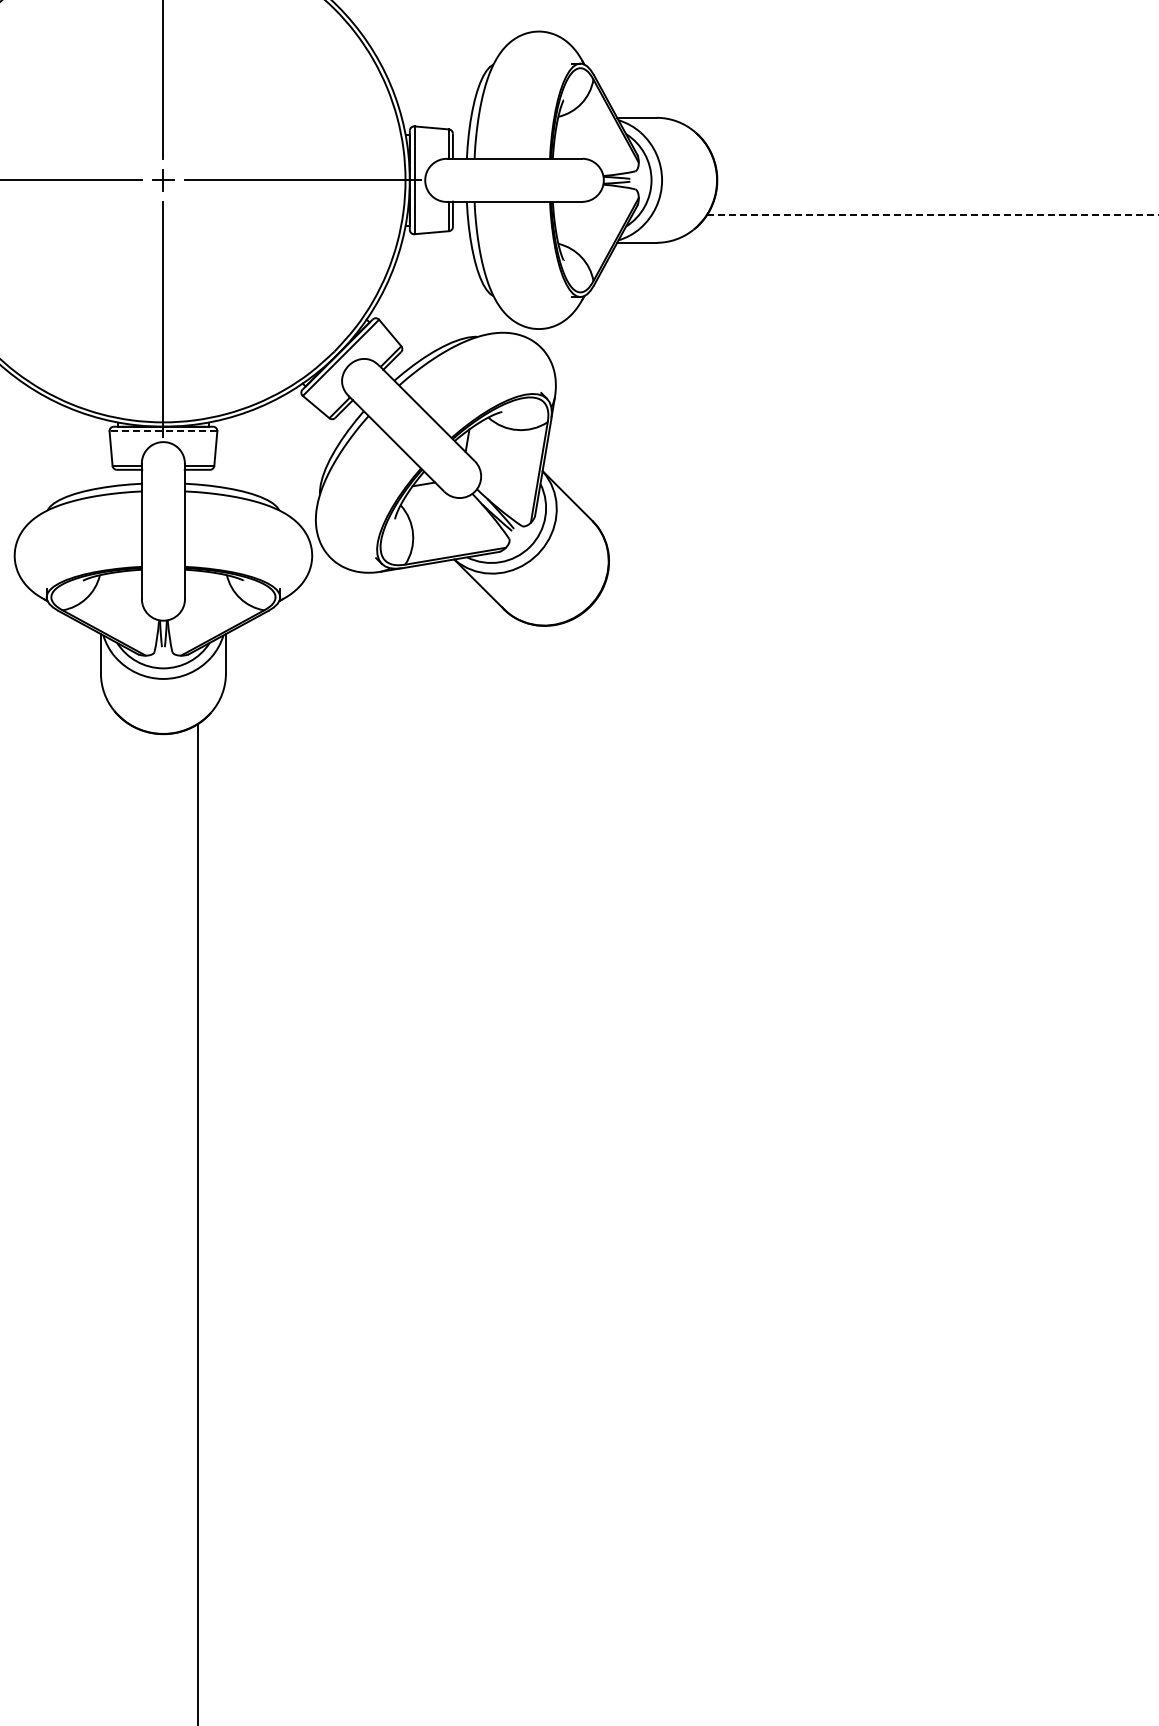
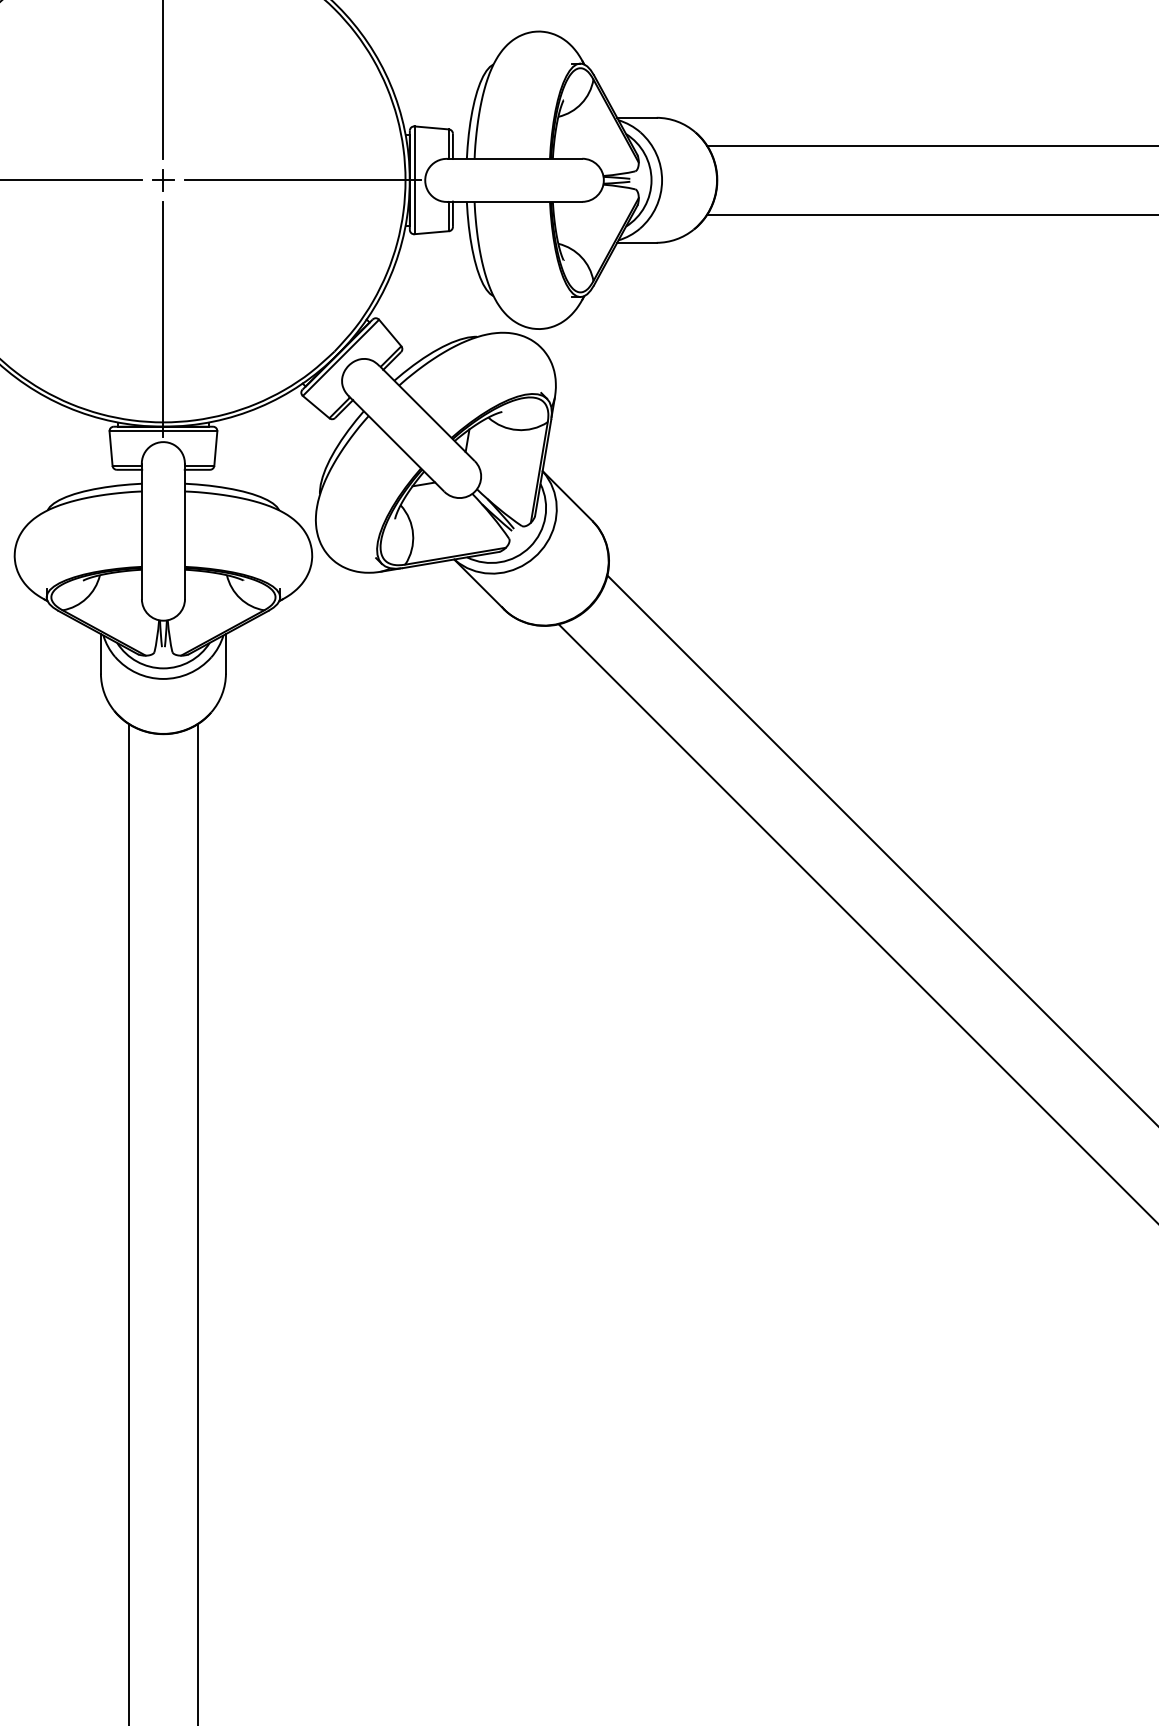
line at (931, 145): none -> present
line at (933, 214): dashed -> solid
line at (163, 431): dashed -> solid
line at (881, 849): none -> present
line at (856, 922): none -> present
line at (128, 1223): none -> present
